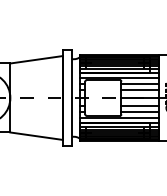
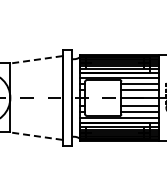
line at (36, 59): solid -> dashed
line at (36, 136): solid -> dashed
